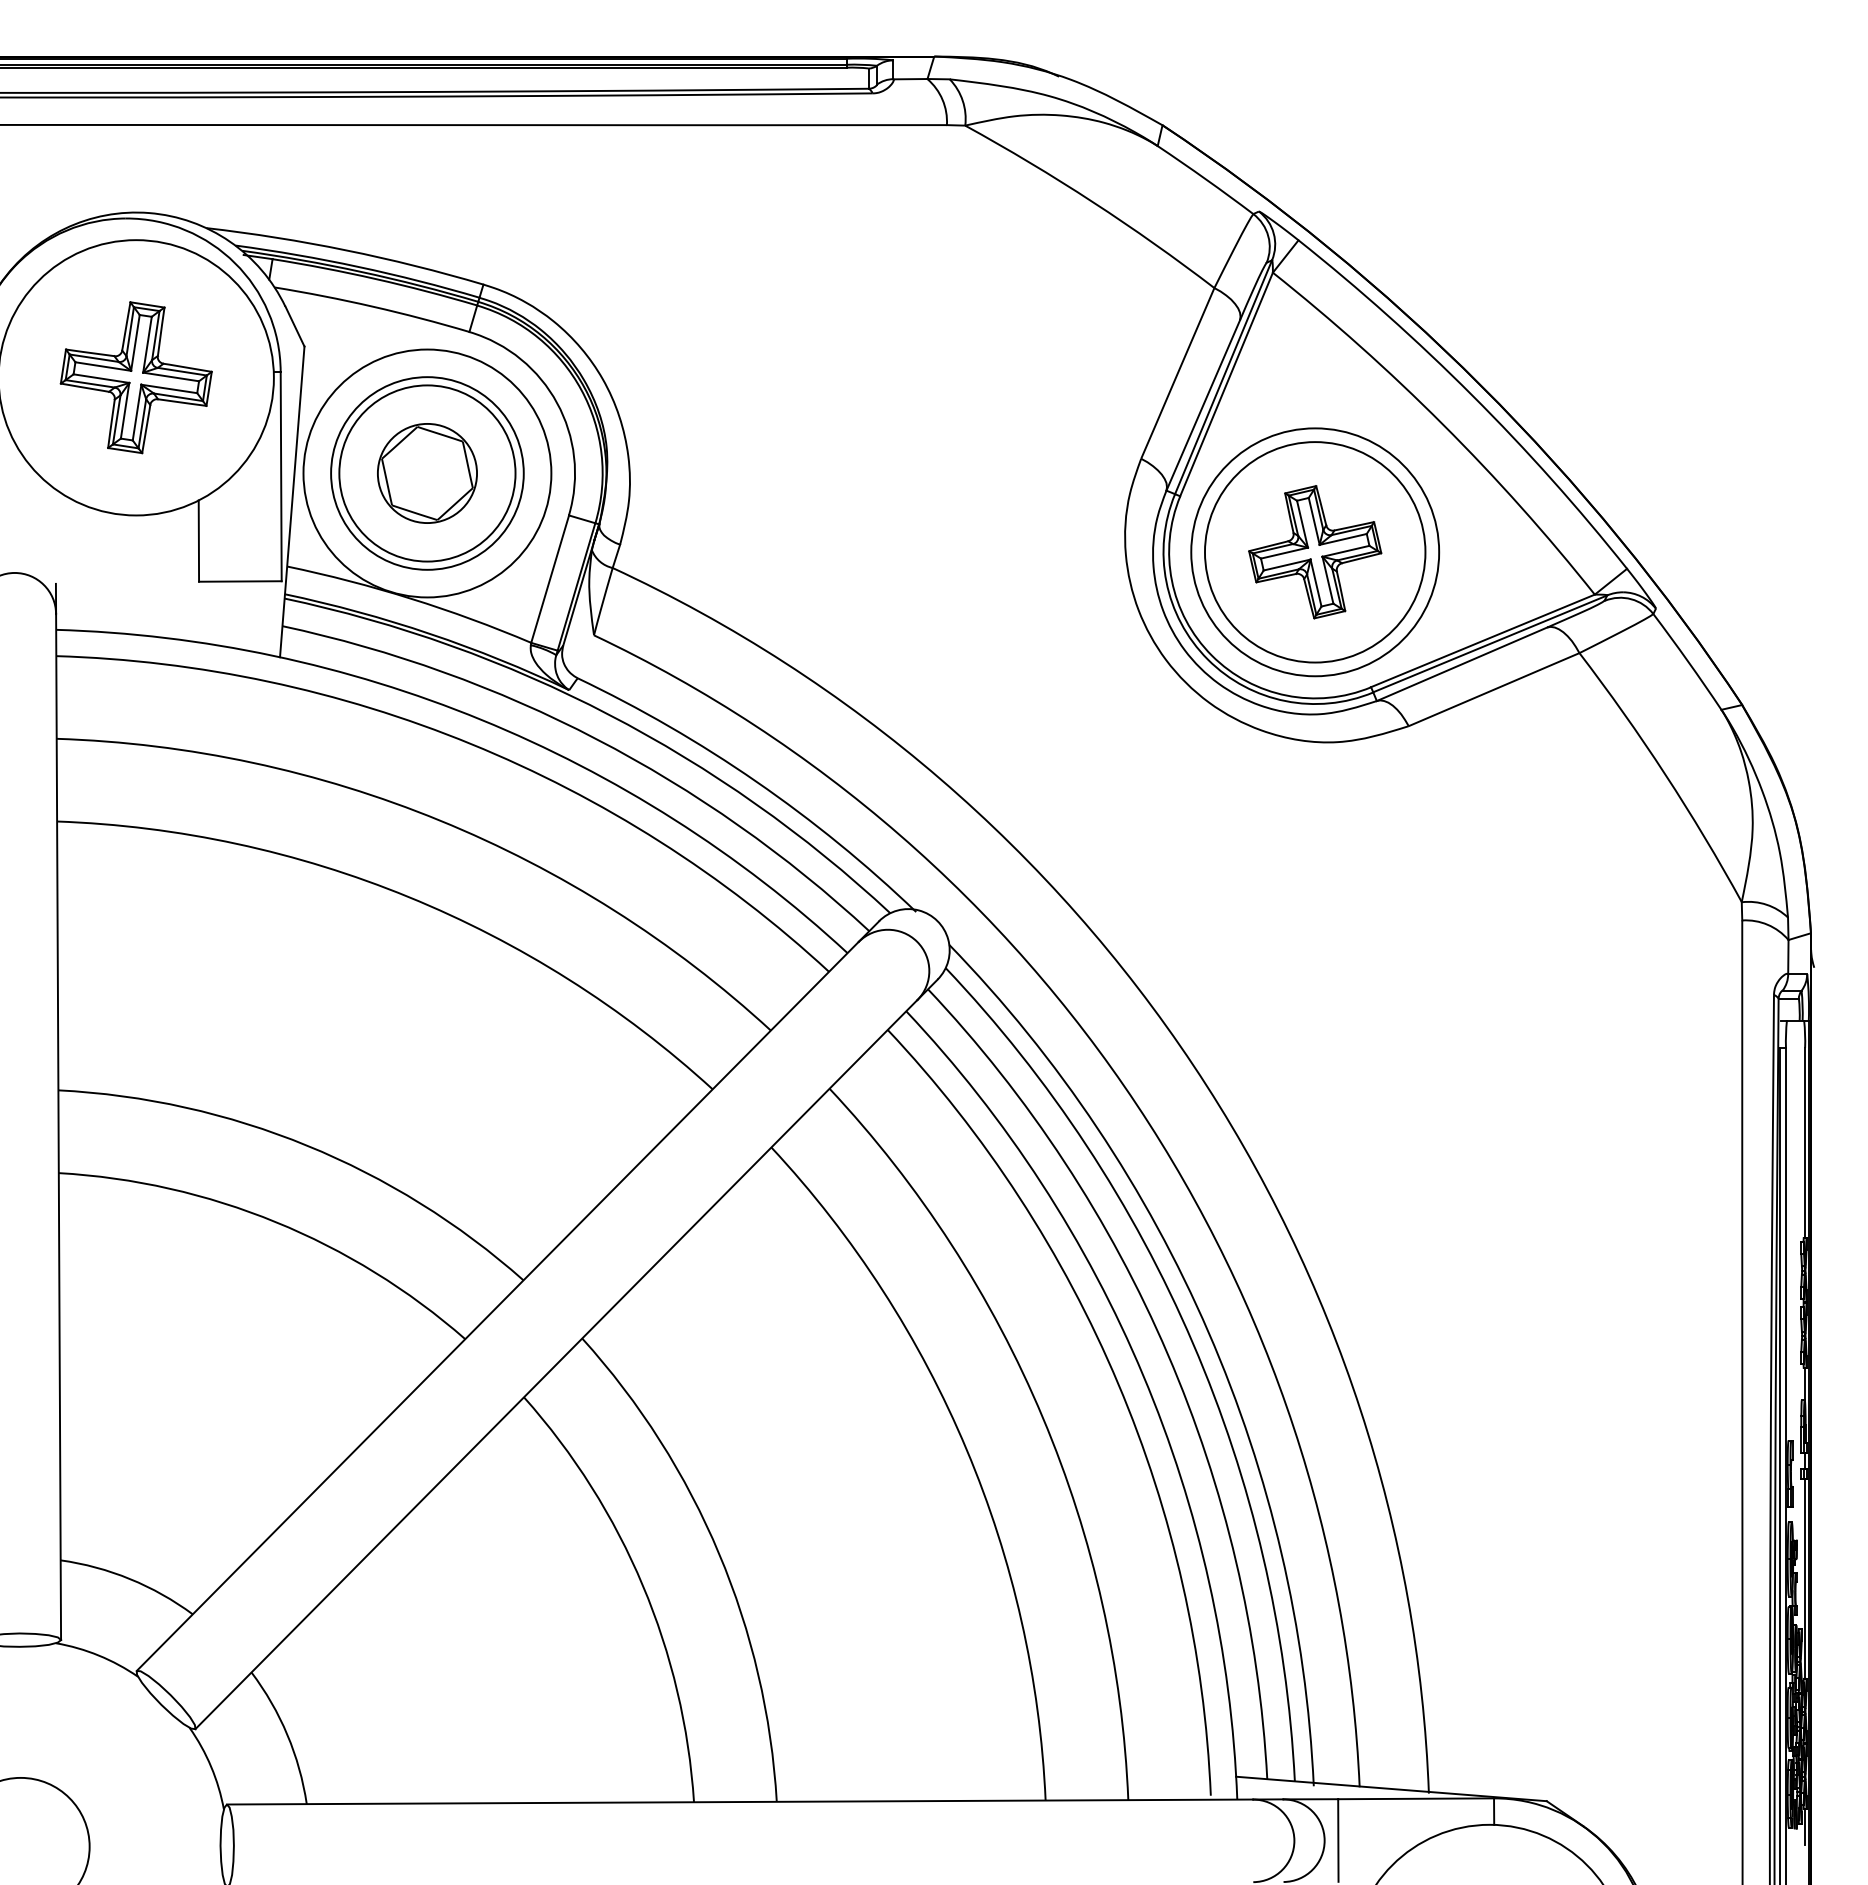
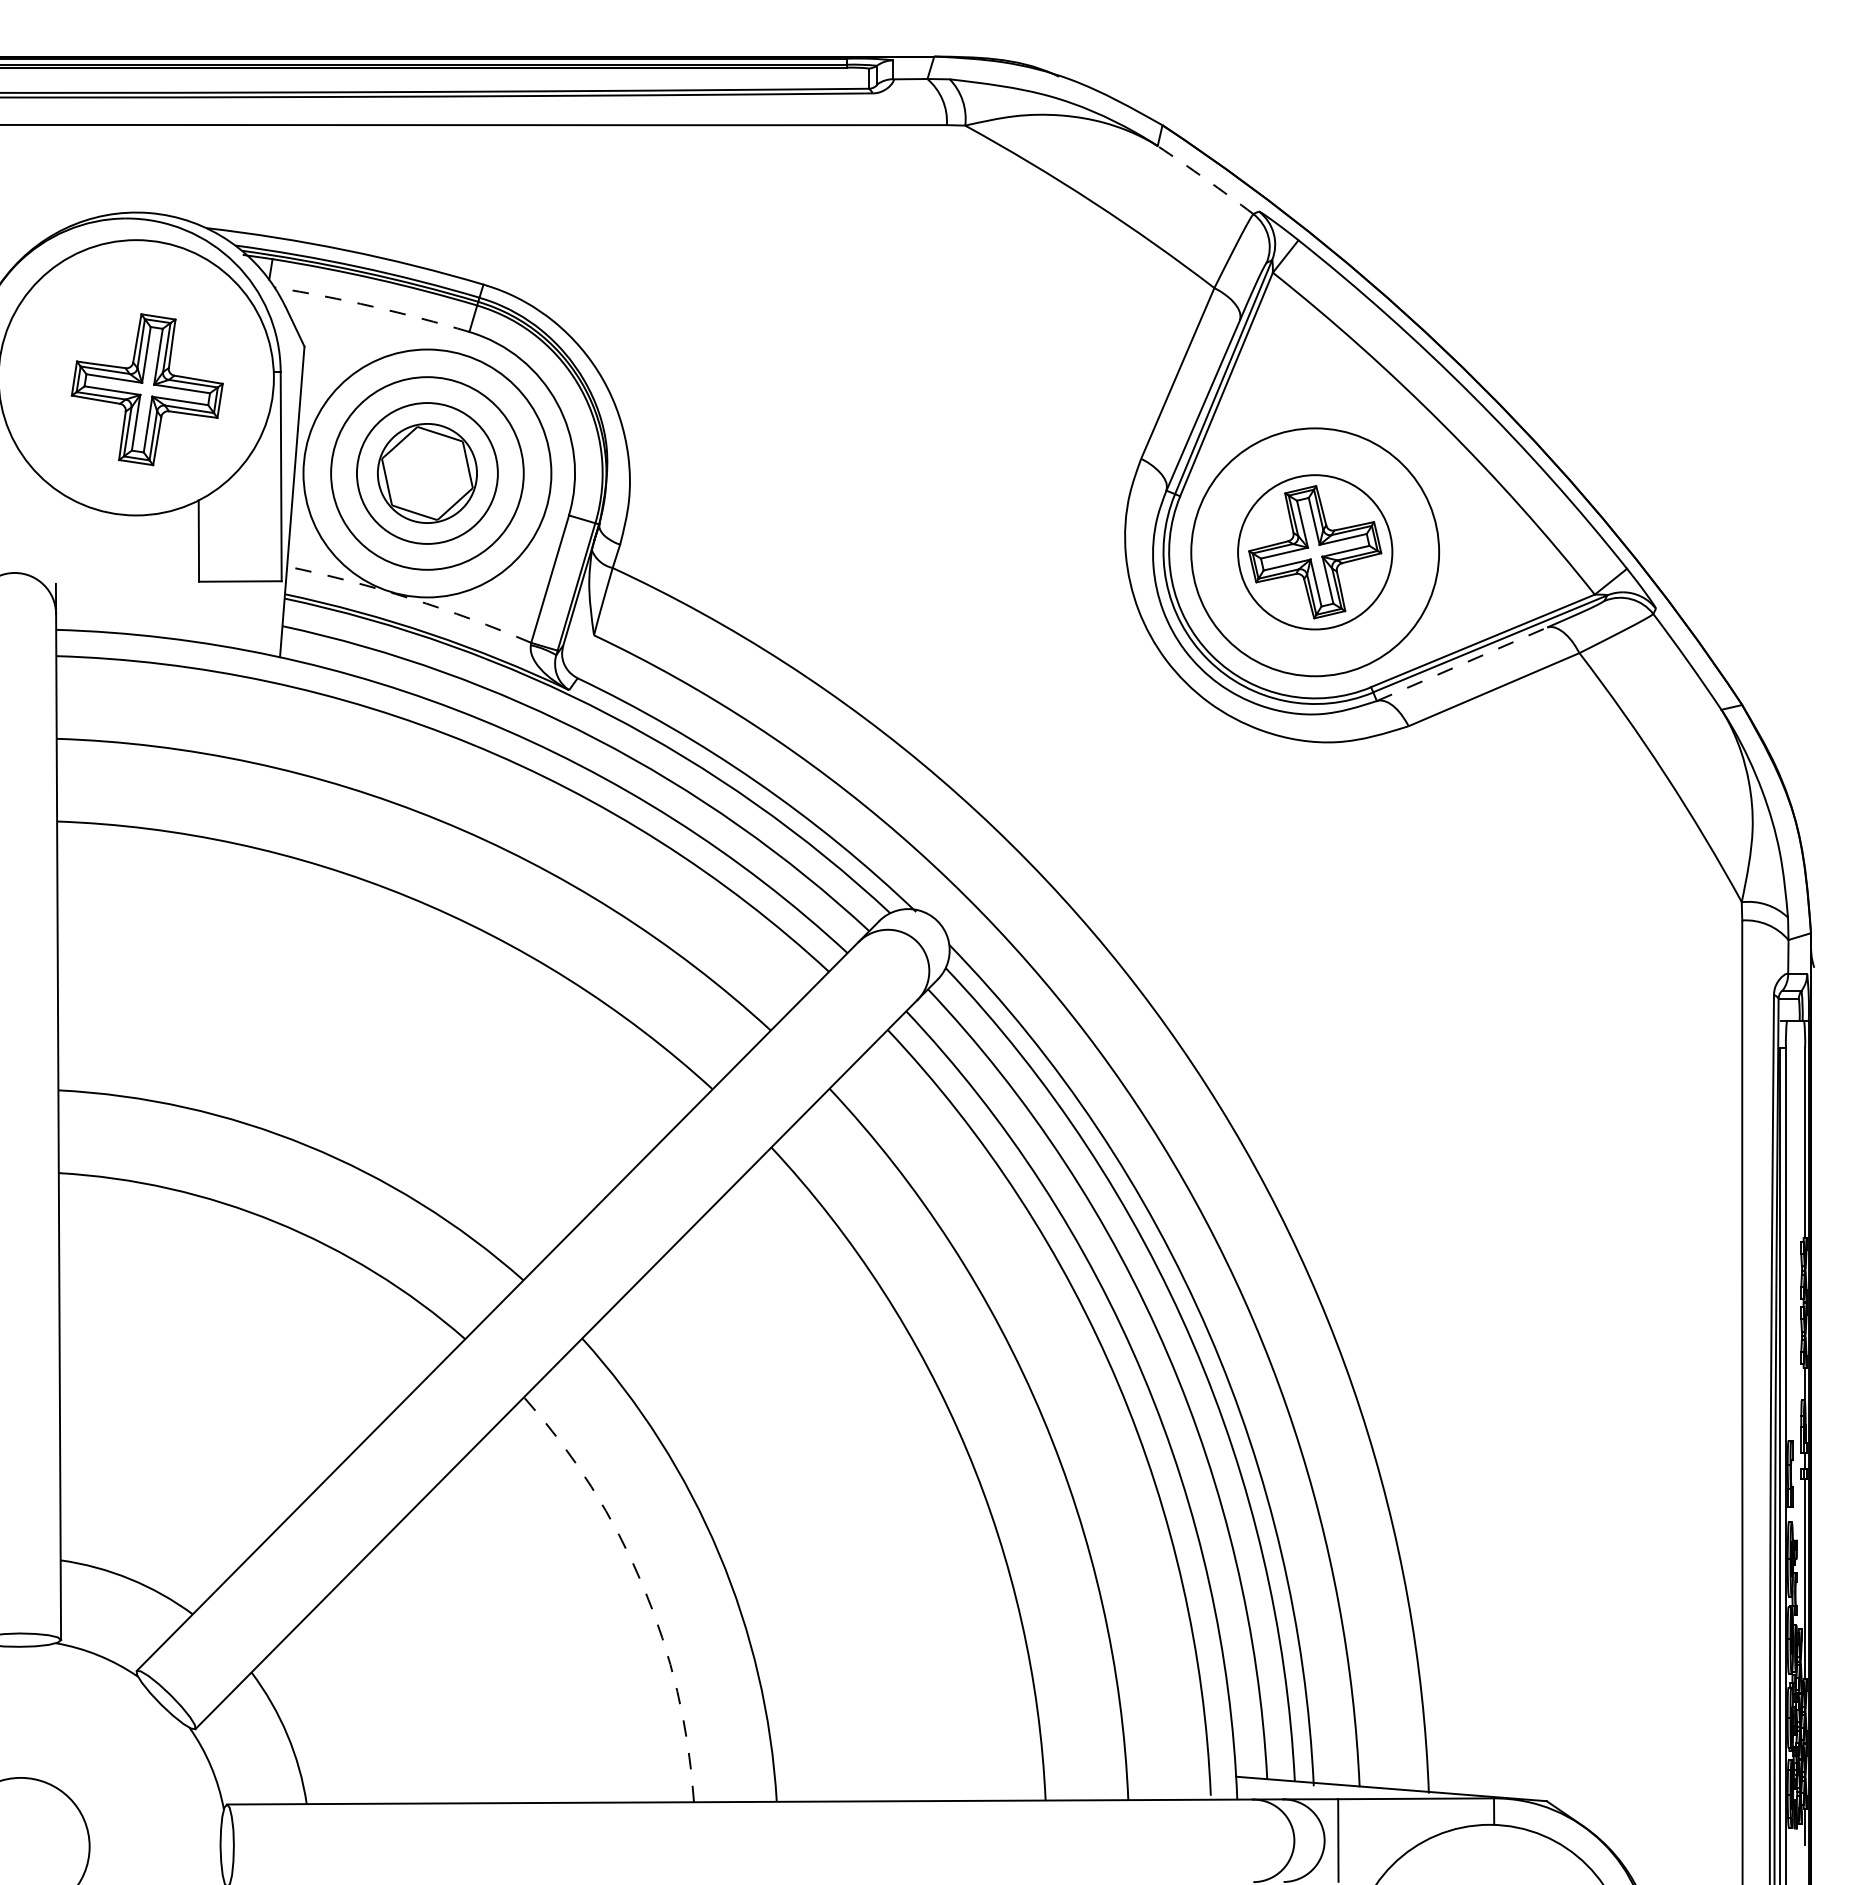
arc at (1206, 179): solid -> dashed
arc at (372, 306): solid -> dashed
part at (135, 377) position: (135, 377) -> (146, 389)
circle at (427, 473) diameter: 176 px -> 141 px
circle at (1314, 552) diameter: 220 px -> 154 px
arc at (411, 598): solid -> dashed
line at (1462, 664): solid -> dashed
arc at (642, 1585): solid -> dashed
